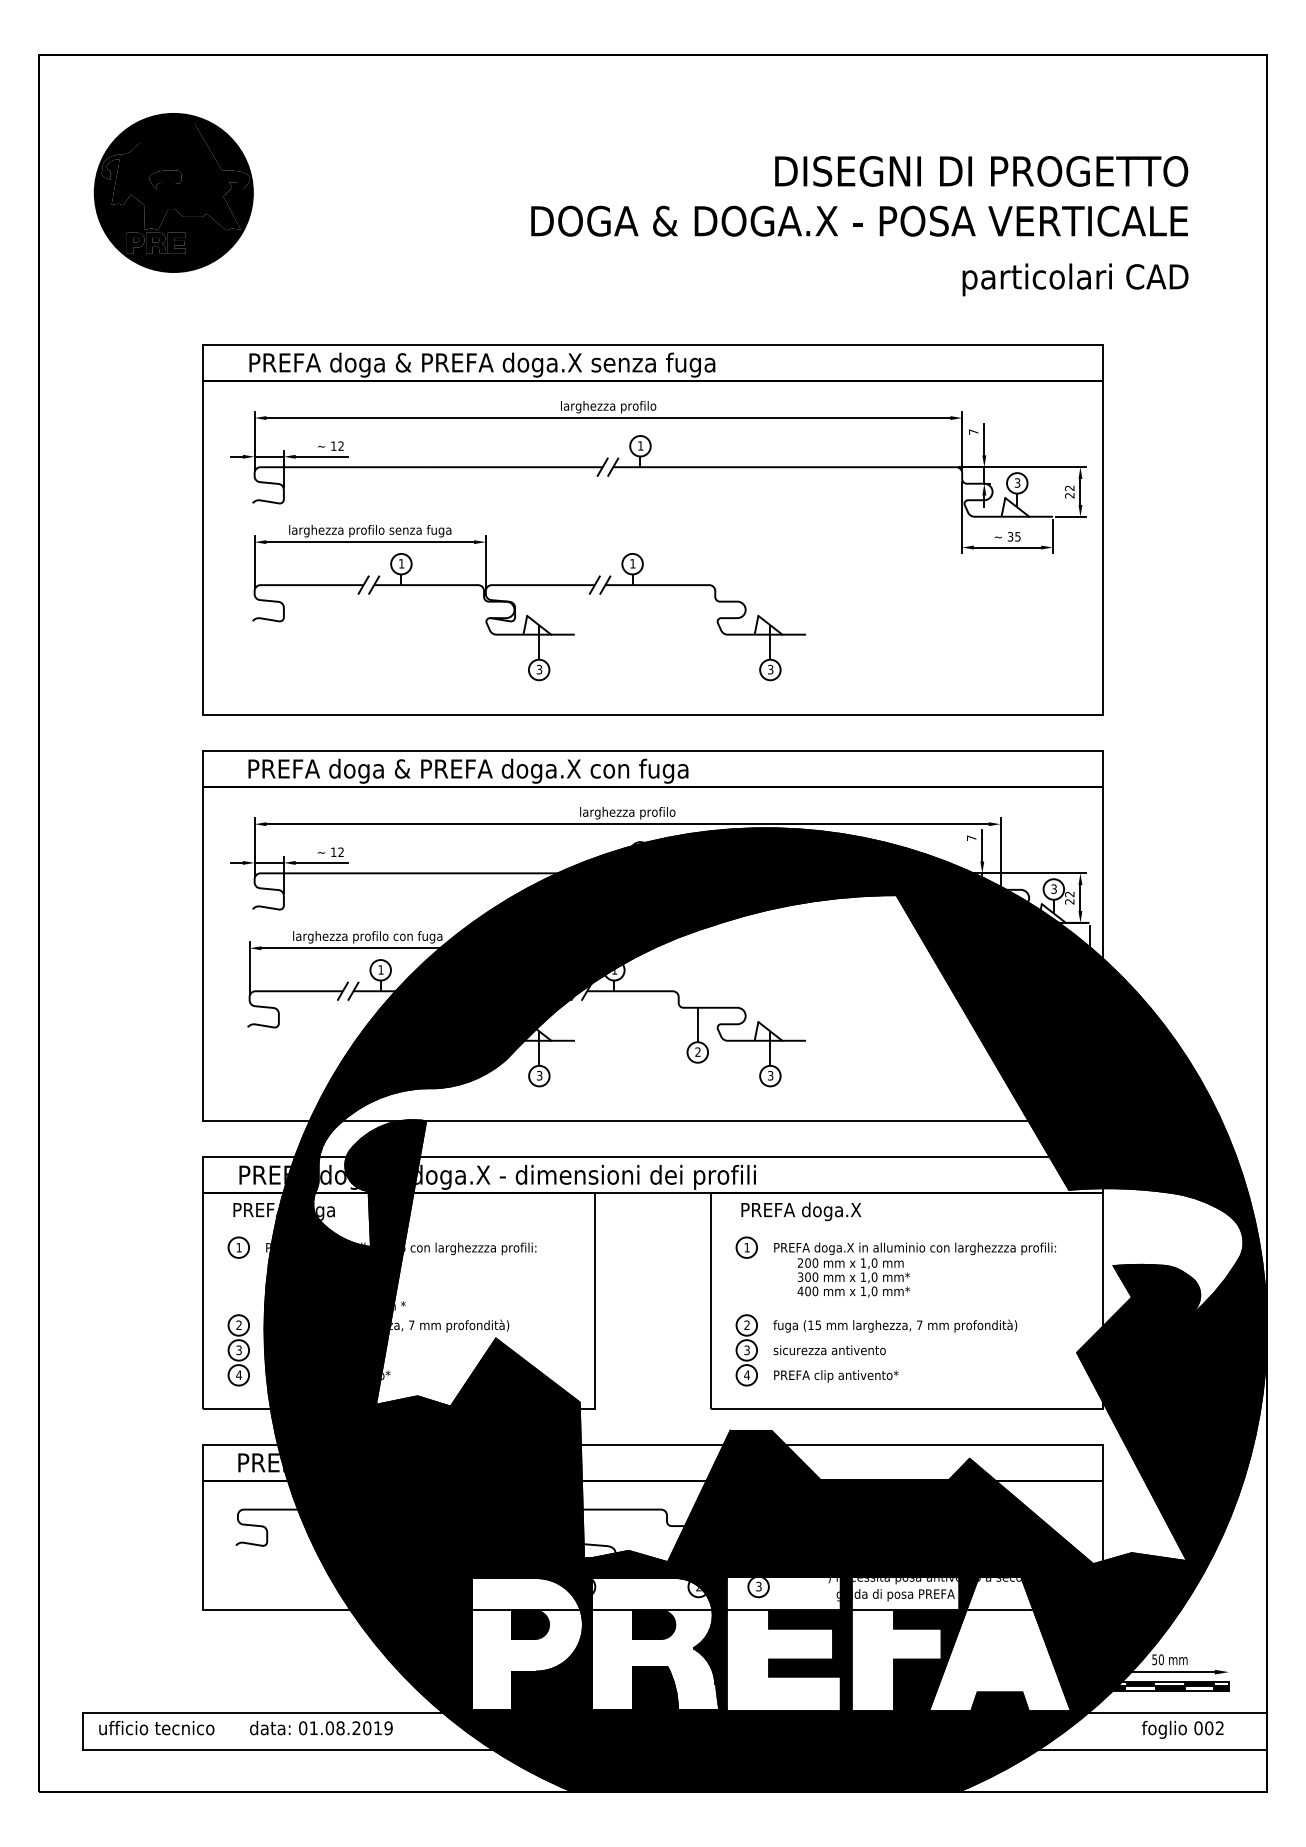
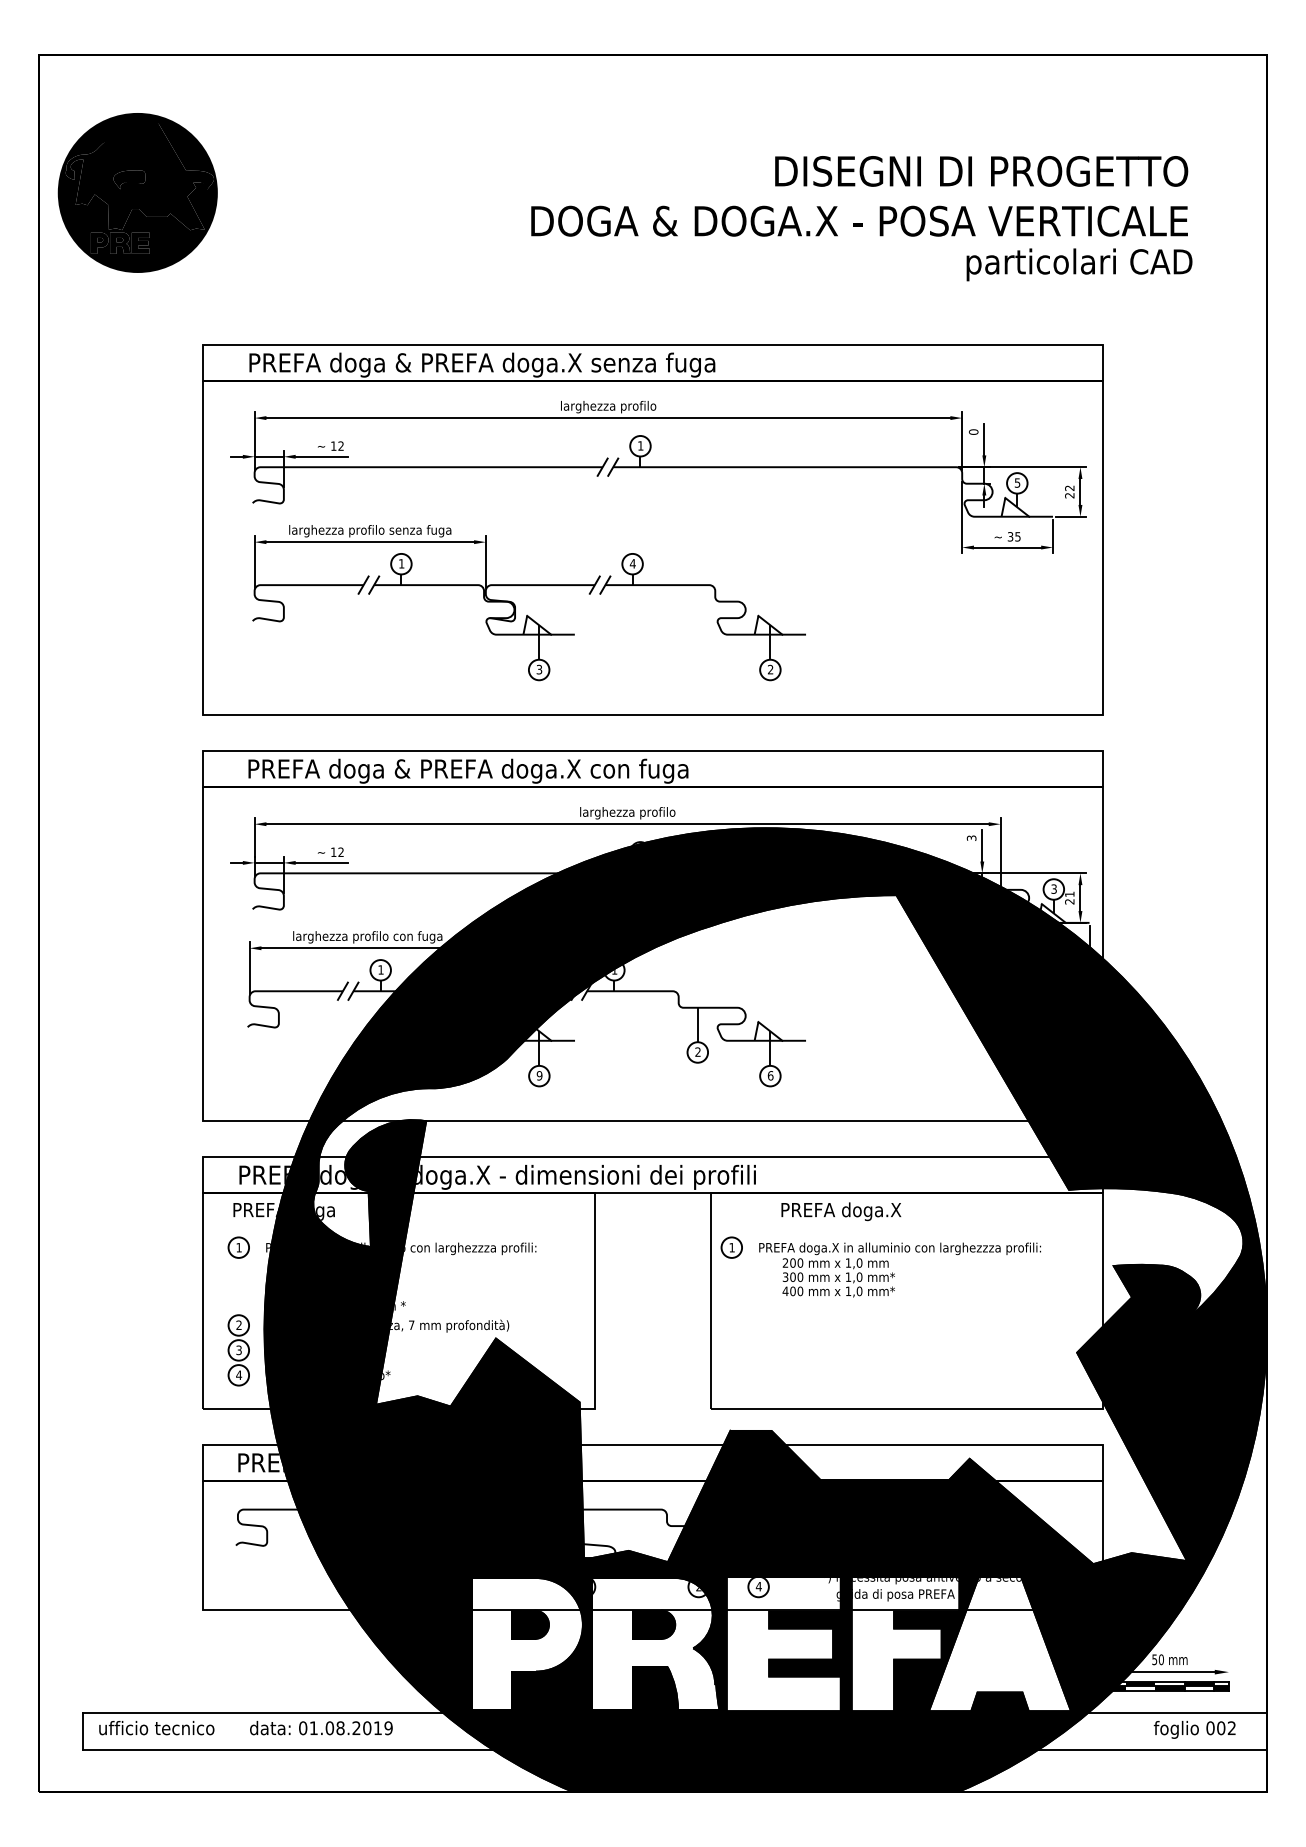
part at (173, 192) position: (173, 192) -> (137, 192)
text at (1075, 279) position: (1075, 279) -> (1079, 264)
text at (973, 431): 7 -> 0
text at (1017, 482): 3 -> 5
text at (632, 563): 1 -> 4
text at (770, 669): 3 -> 2
text at (971, 837): 7 -> 3
text at (1069, 894): 22 -> 21
text at (539, 1075): 3 -> 9
text at (770, 1075): 3 -> 6
text at (801, 1211) position: (801, 1211) -> (841, 1211)
part at (895, 1266) position: (895, 1266) -> (880, 1266)
part at (876, 1350): present -> none
text at (758, 1586): 3 -> 4
text at (1182, 1729) position: (1182, 1729) -> (1194, 1729)
